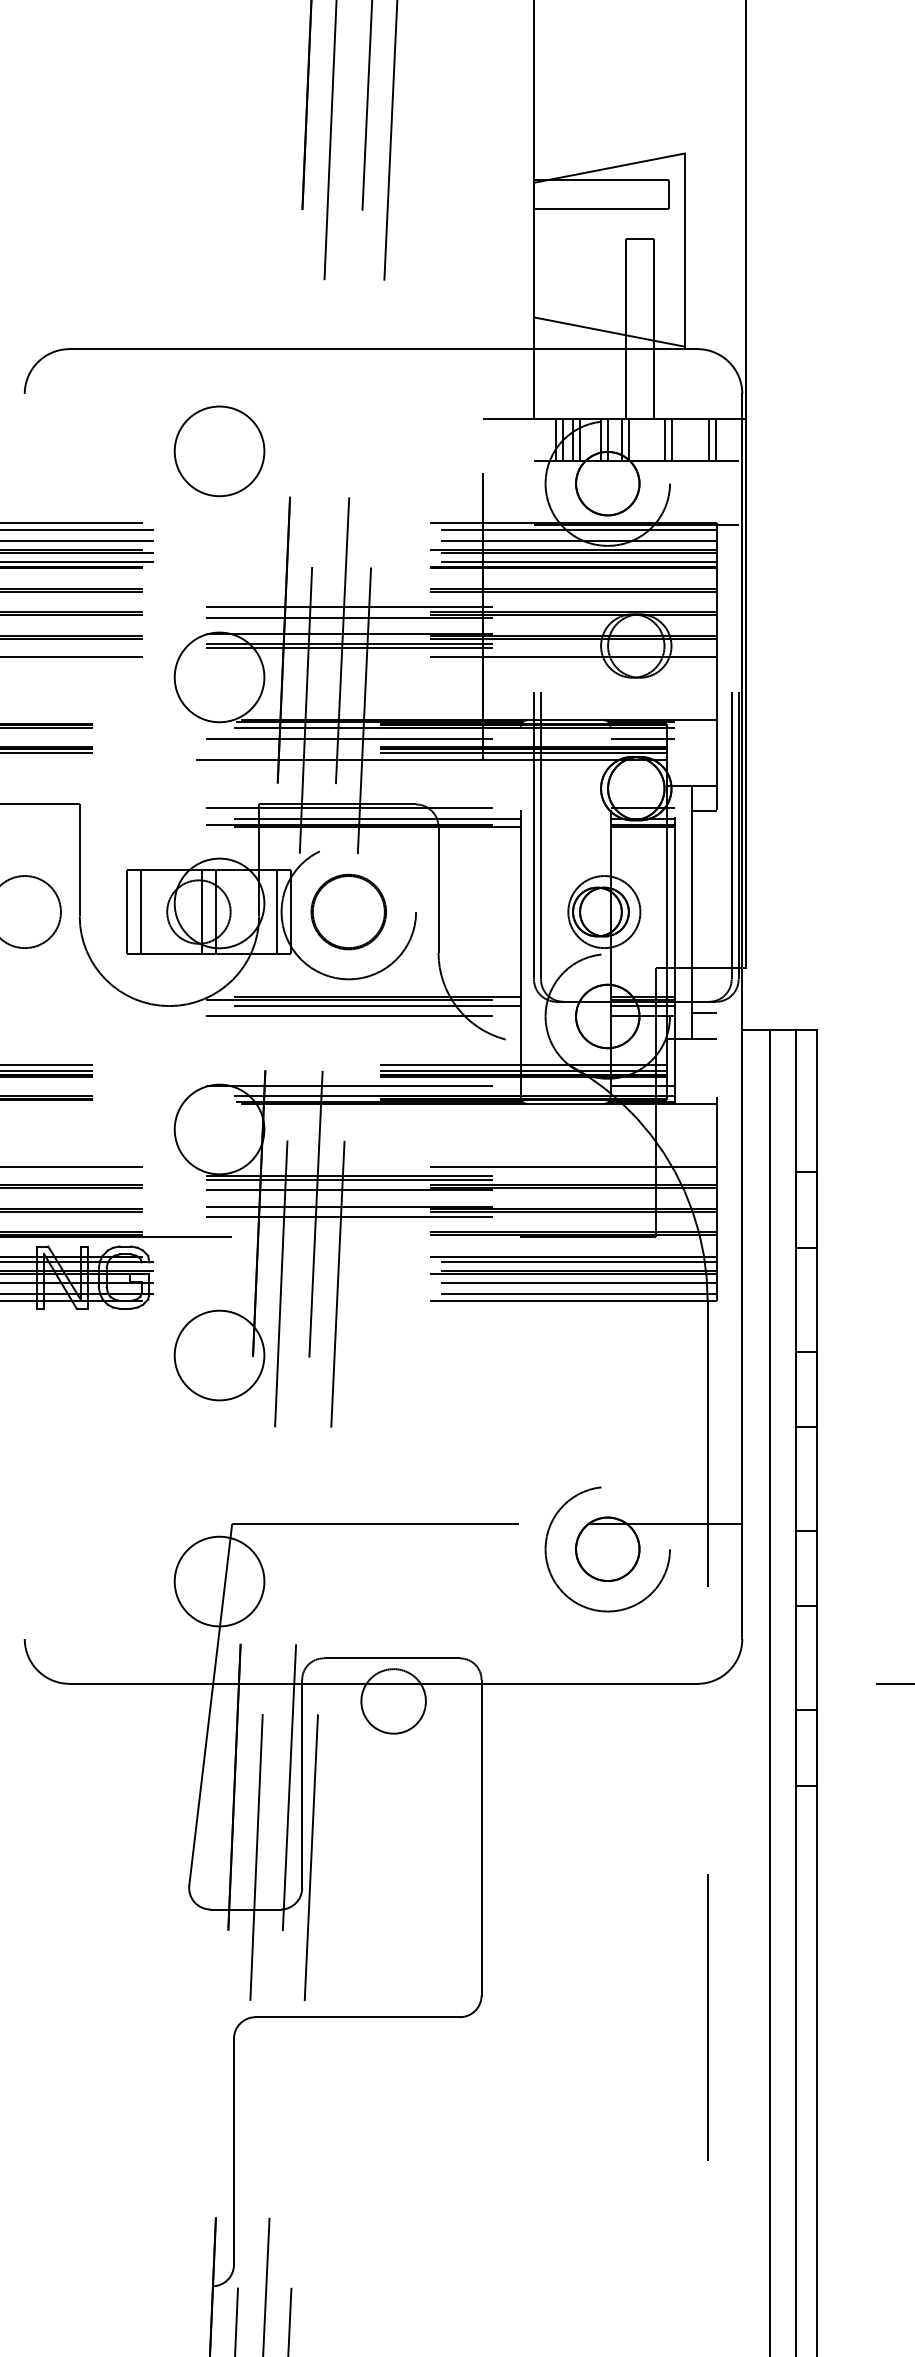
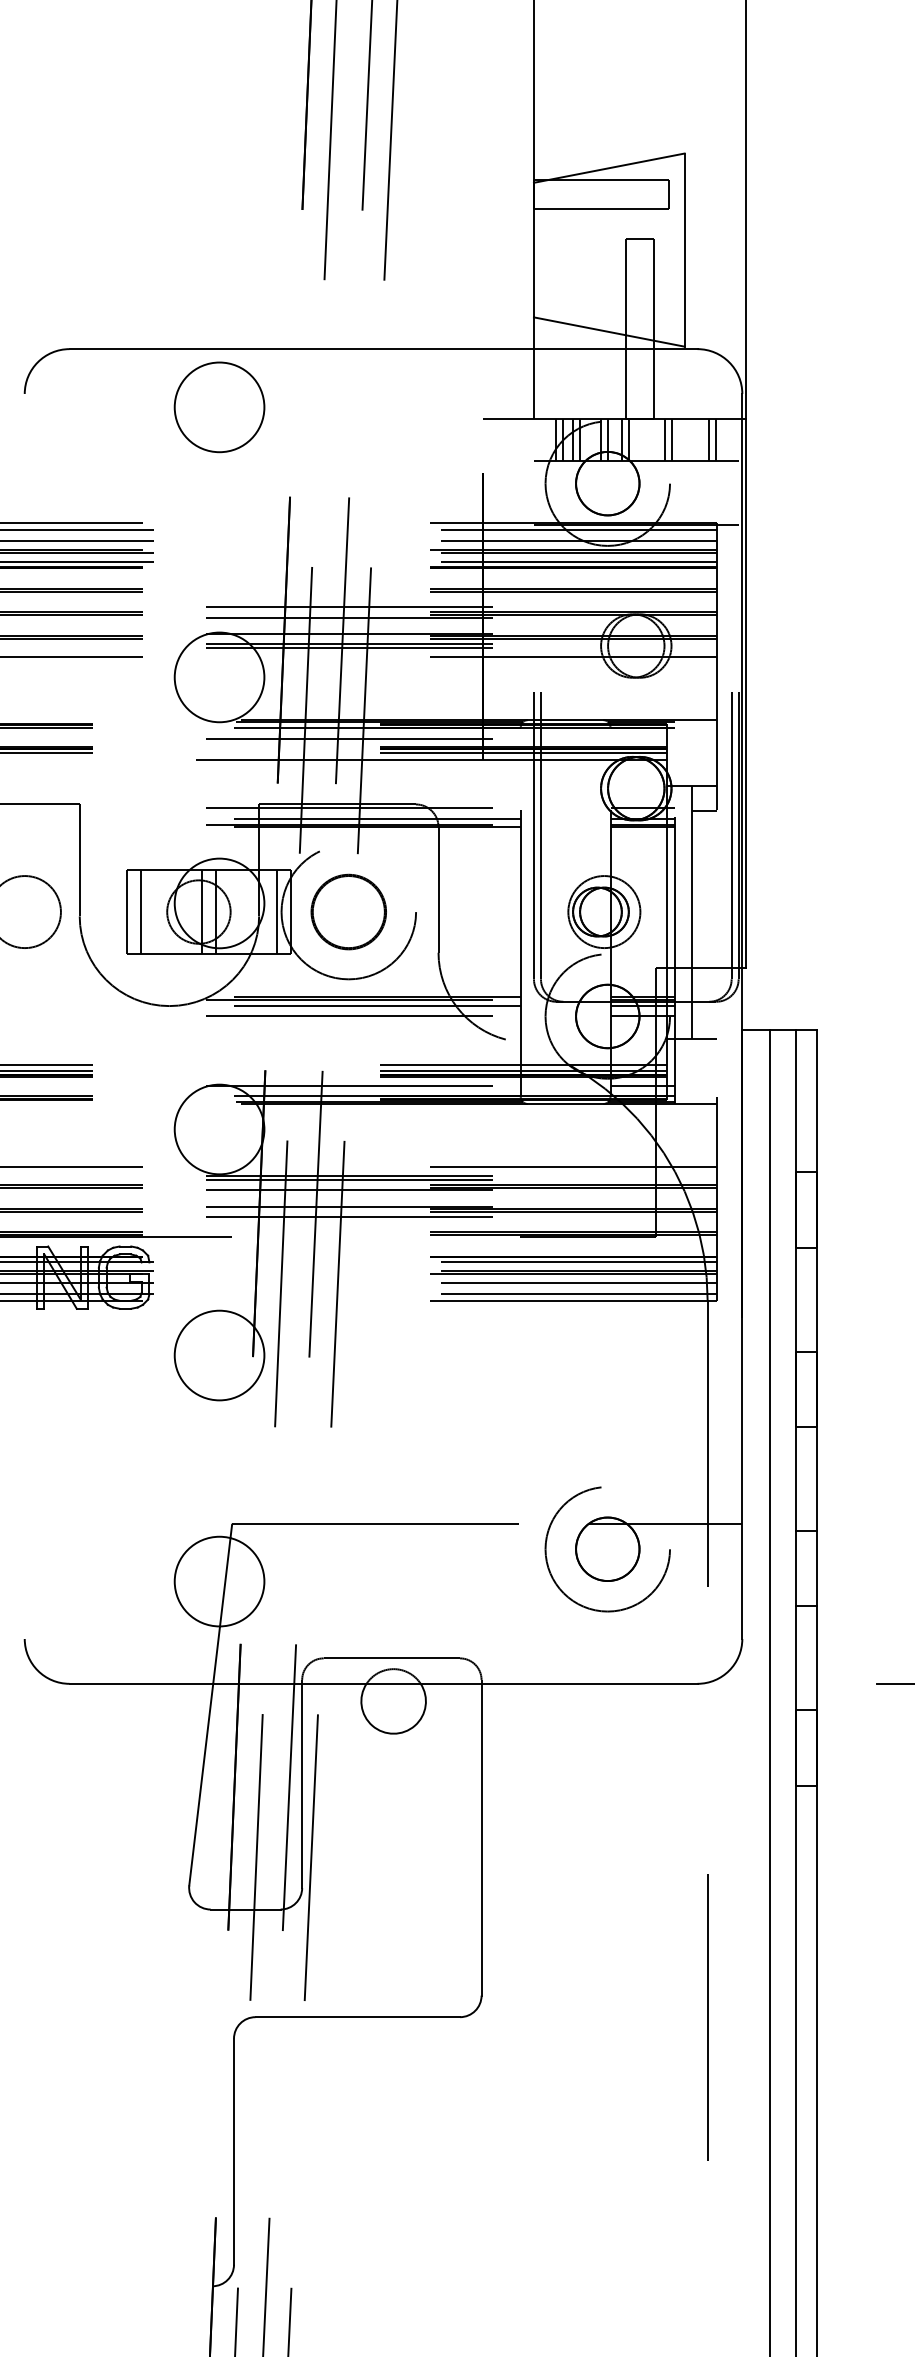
circle at (219, 451) position: (219, 451) -> (219, 407)
line at (642, 738): present -> none
line at (704, 1013): present -> none
